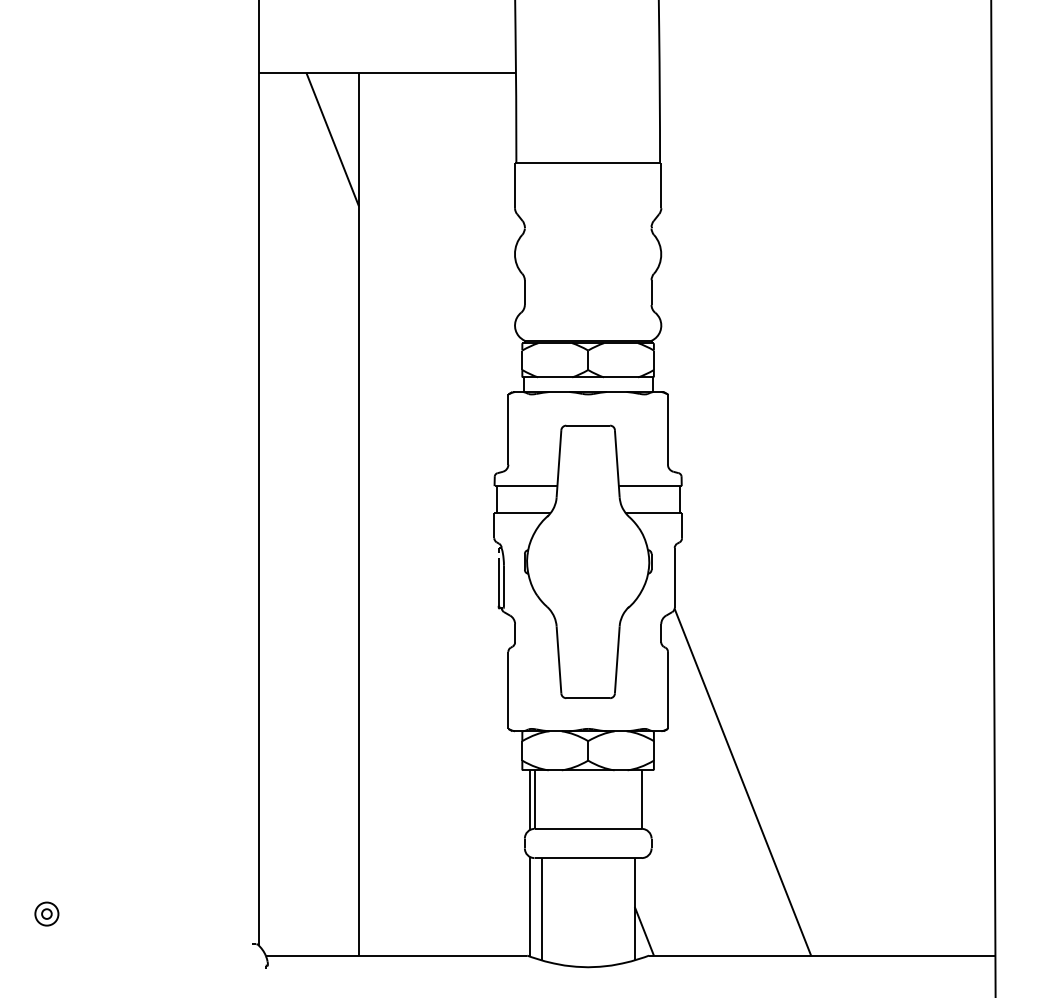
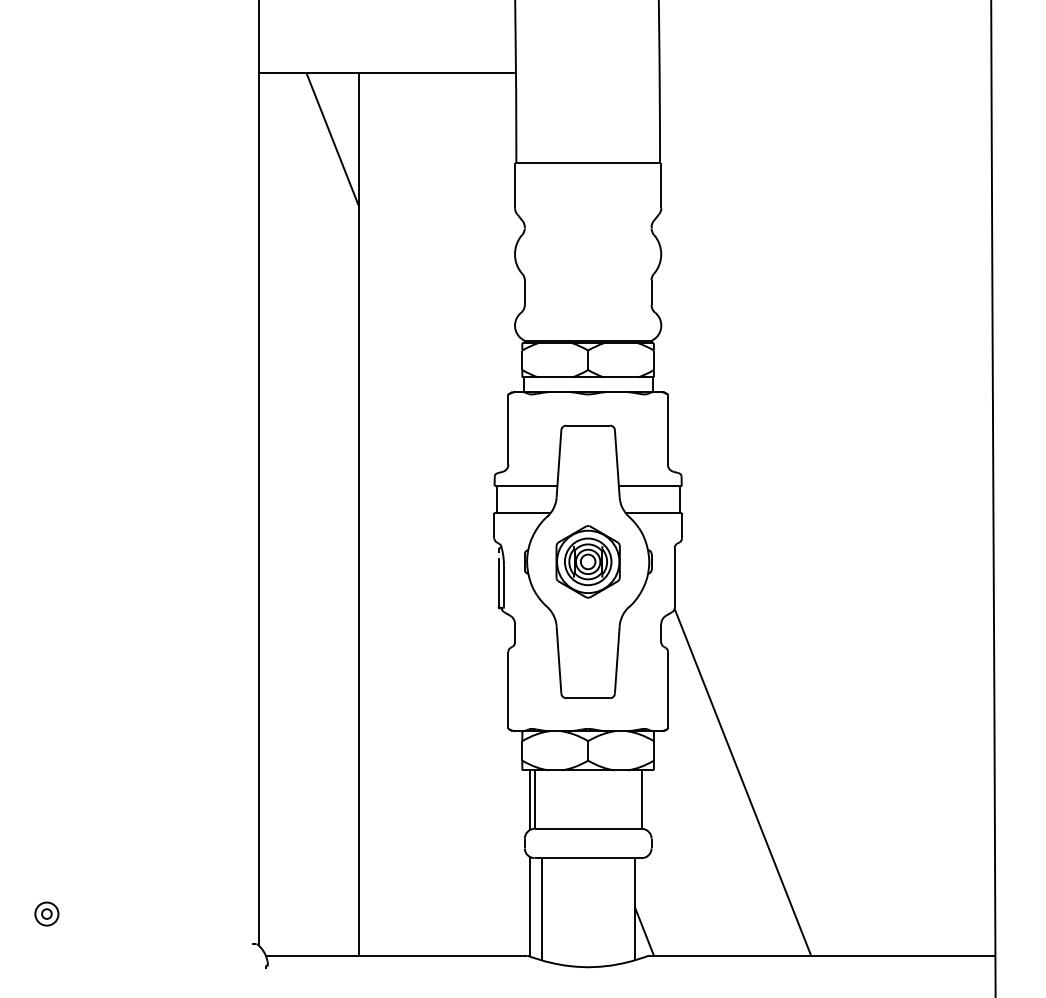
part at (587, 561): none -> present
